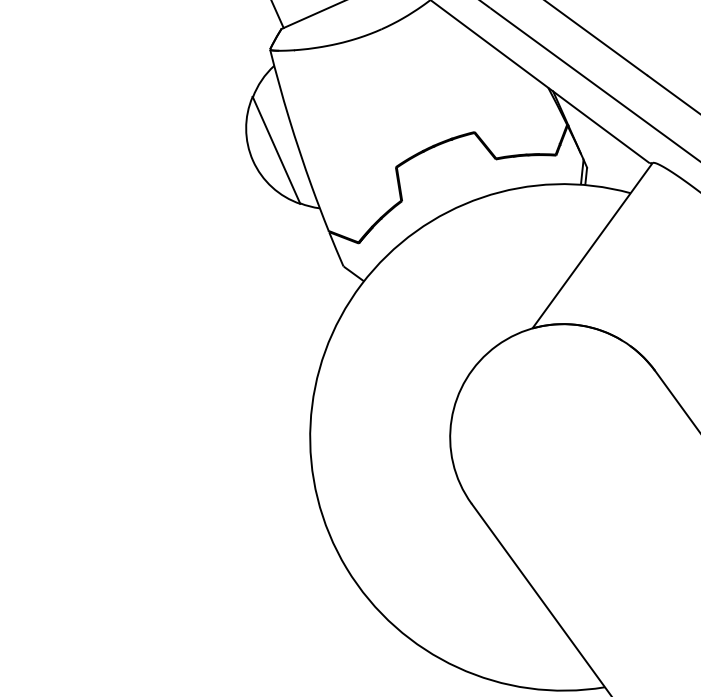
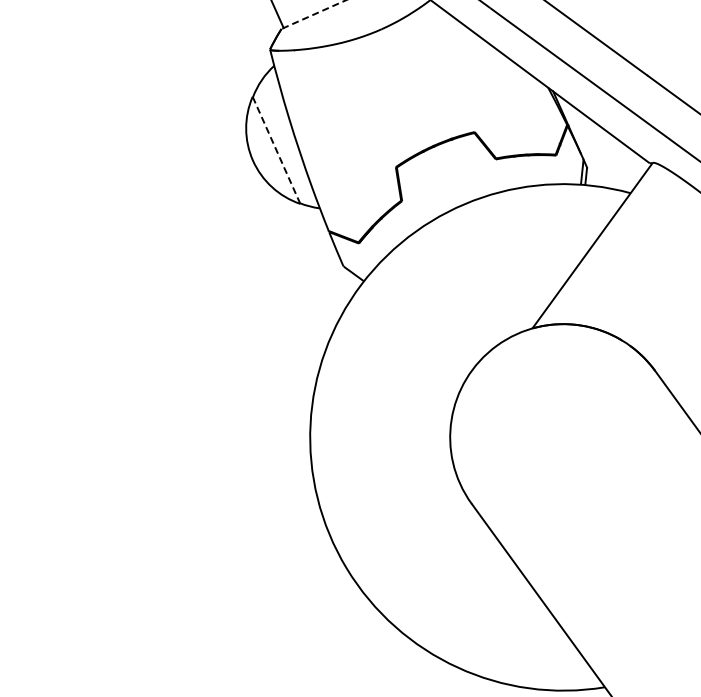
line at (313, 14): solid -> dashed
line at (276, 150): solid -> dashed
